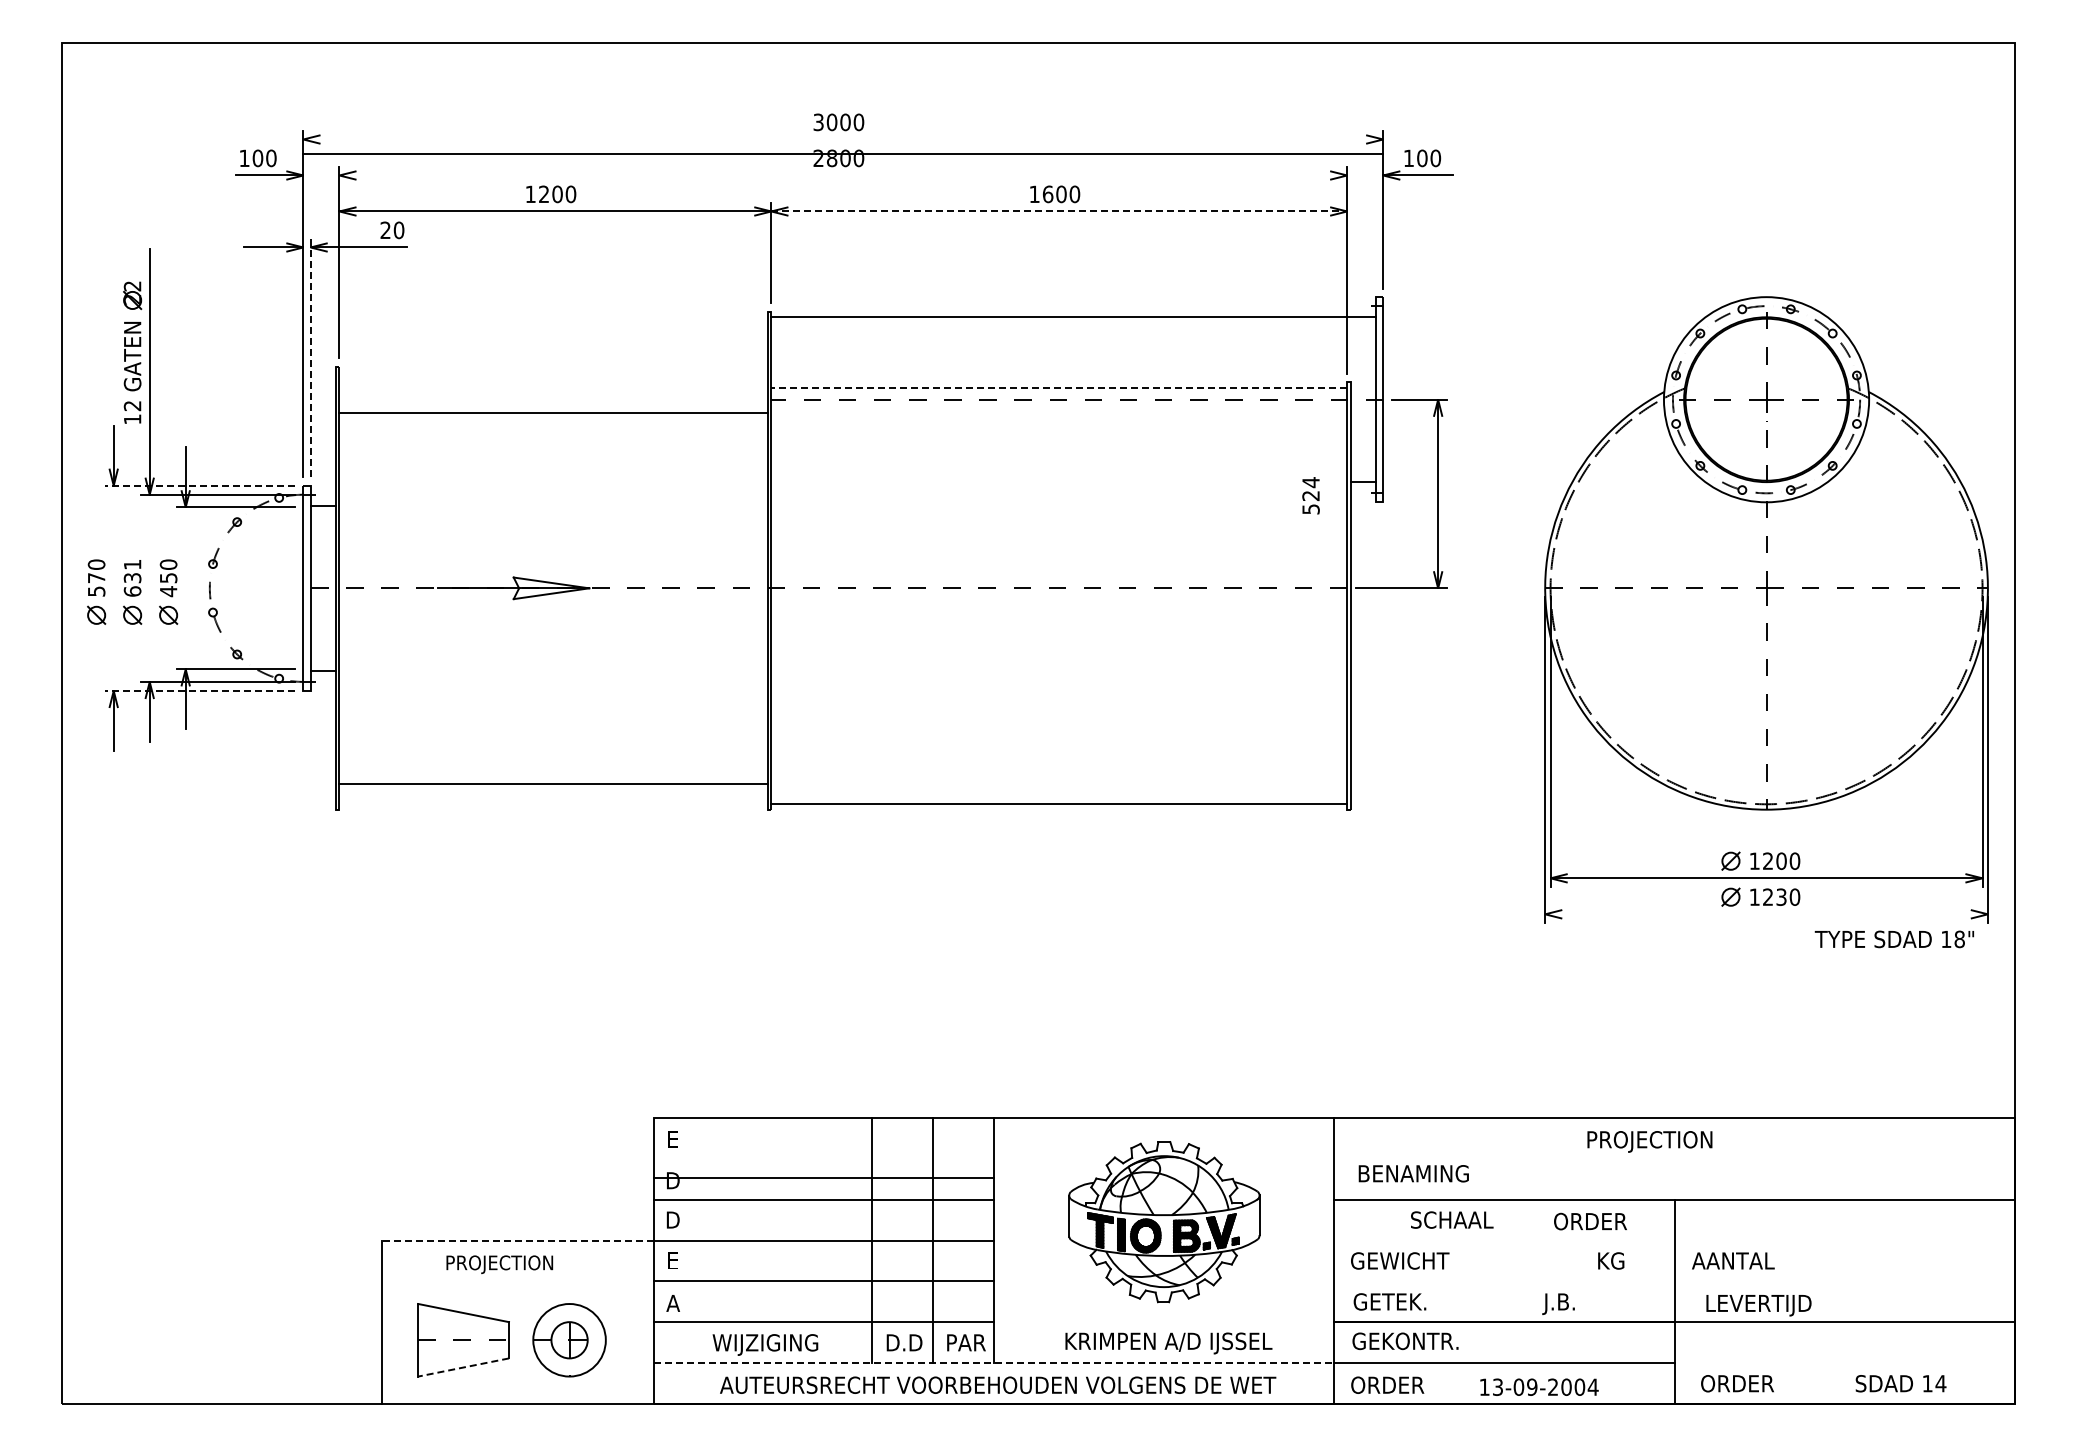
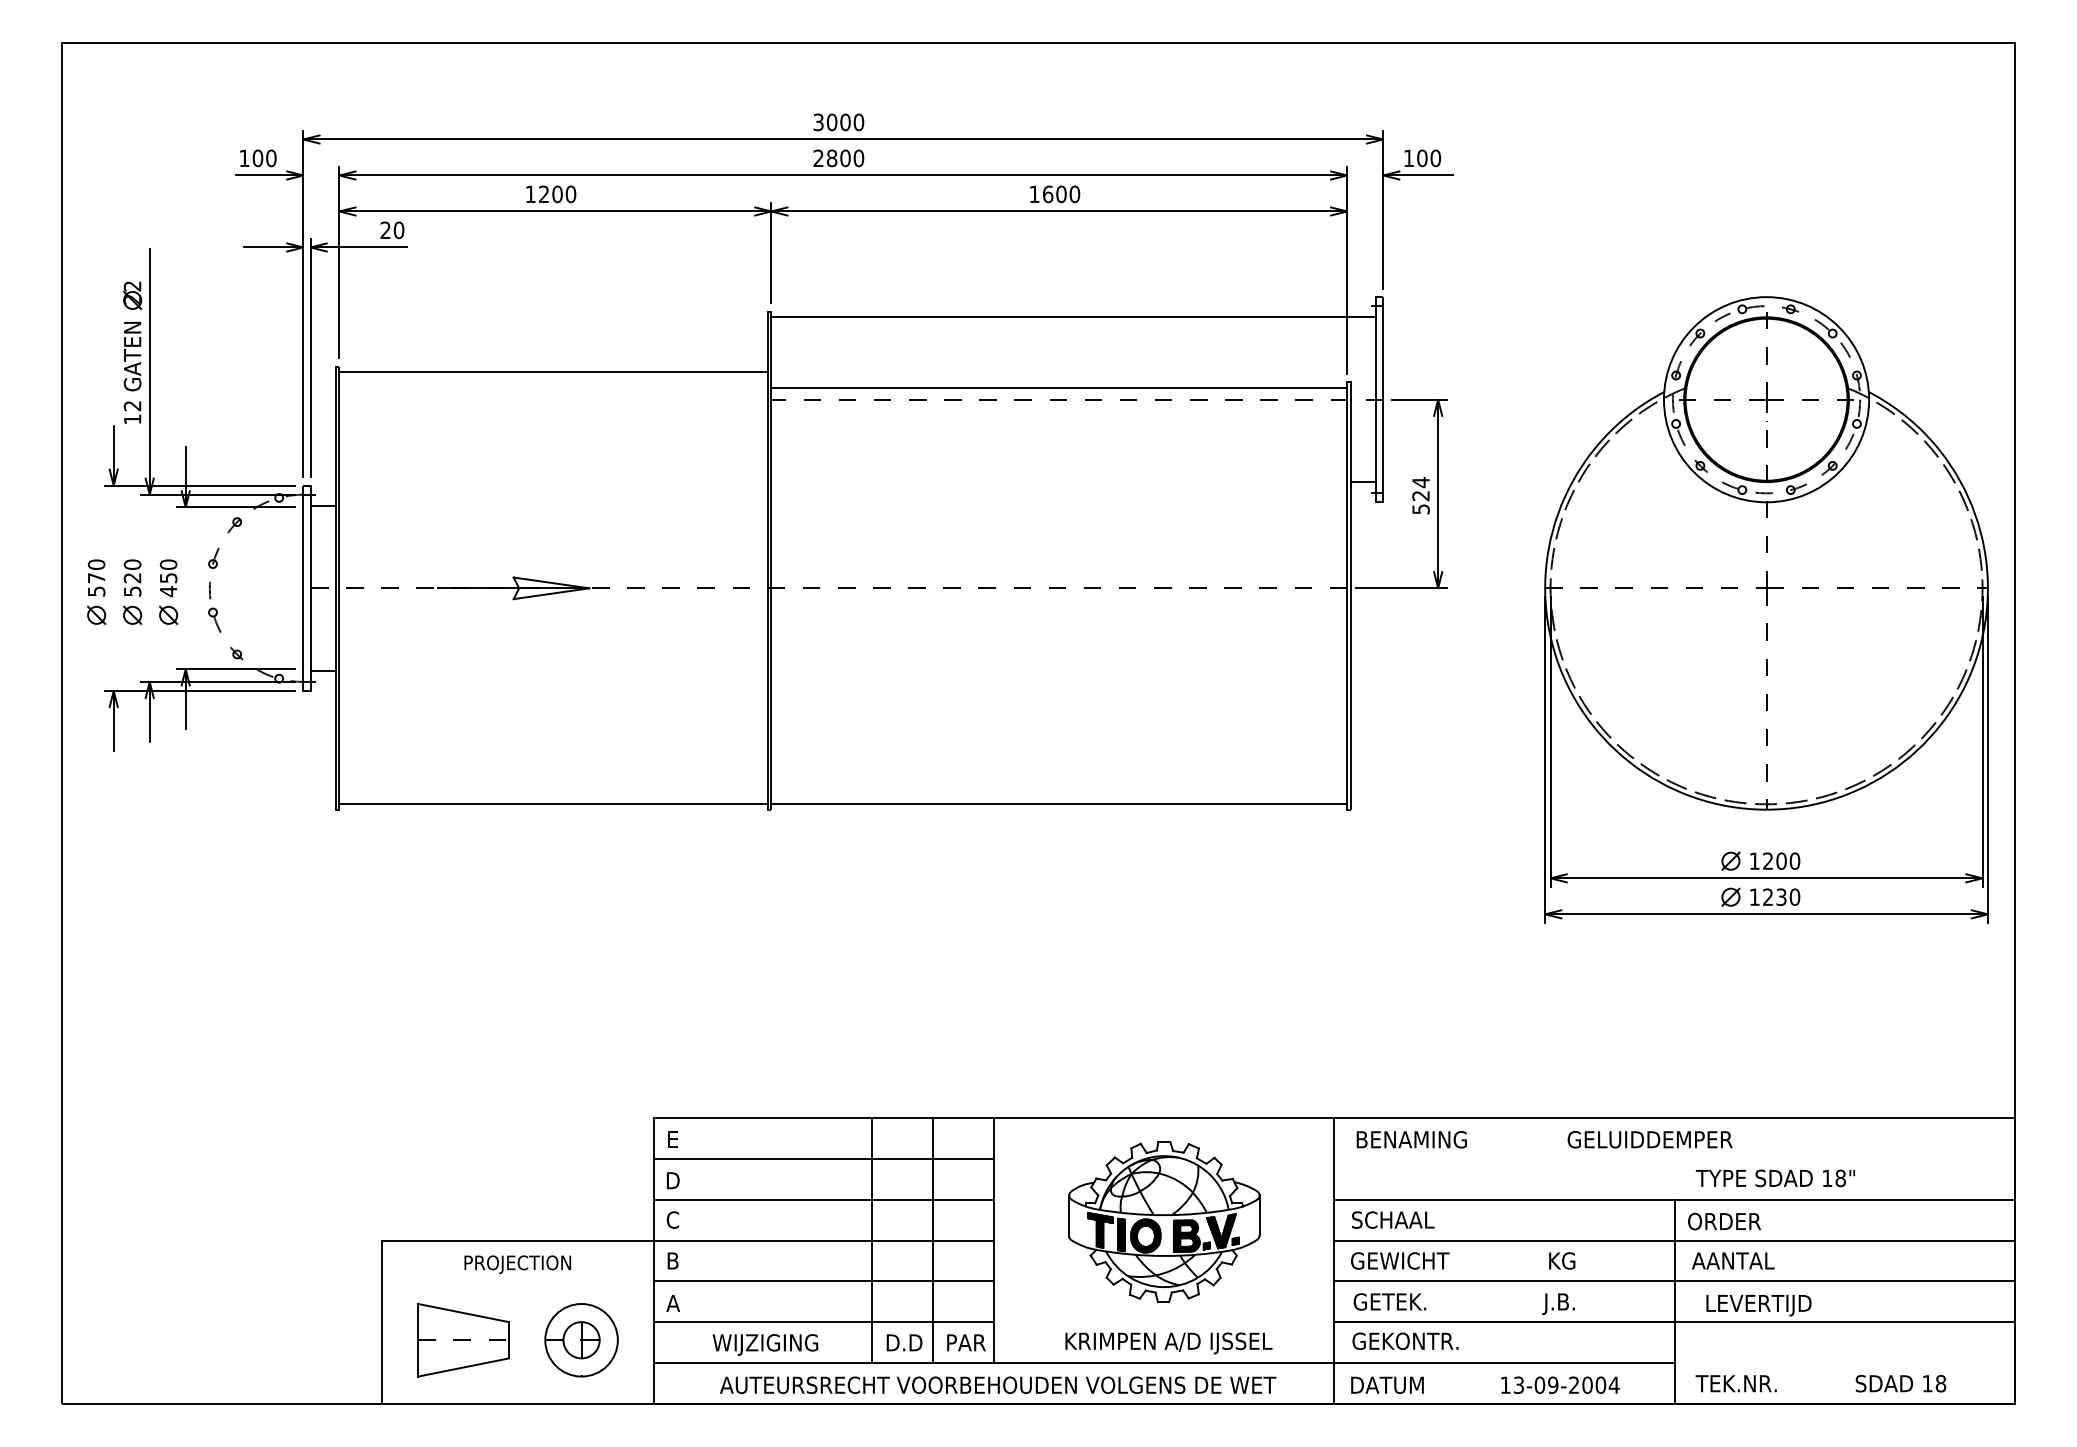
line at (843, 154) position: (843, 154) -> (843, 139)
line at (843, 175): none -> present
line at (1059, 211): dashed -> solid
line at (310, 357): dashed -> solid
line at (1059, 388): dashed -> solid
line at (553, 413) position: (553, 413) -> (553, 372)
line at (200, 485): dashed -> solid
text at (1310, 495) position: (1310, 495) -> (1420, 495)
text at (132, 577): 631 -> 520
line at (200, 690): dashed -> solid
line at (553, 784) position: (553, 784) -> (553, 804)
line at (1766, 914): none -> present
text at (1893, 939) position: (1893, 939) -> (1774, 1178)
text at (1649, 1141): PROJECTION -> GELUIDDEMPER
text at (1413, 1173) position: (1413, 1173) -> (1411, 1139)
line at (824, 1177) position: (824, 1177) -> (824, 1158)
text at (672, 1219): D -> C
text at (1452, 1219) position: (1452, 1219) -> (1393, 1219)
text at (1590, 1221) position: (1590, 1221) -> (1724, 1221)
line at (517, 1240): dashed -> solid
line at (1674, 1240): none -> present
text at (672, 1260): E -> B
text at (1611, 1260) position: (1611, 1260) -> (1562, 1260)
text at (499, 1264) position: (499, 1264) -> (517, 1264)
line at (1674, 1281): none -> present
part at (569, 1340) position: (569, 1340) -> (581, 1340)
line at (994, 1362): dashed -> solid
line at (463, 1367): dashed -> solid
text at (1735, 1383): ORDER -> TEK.NR.
text at (1940, 1383): 14 -> 18
text at (1387, 1384): ORDER -> DATUM
text at (1539, 1386) position: (1539, 1386) -> (1560, 1384)
